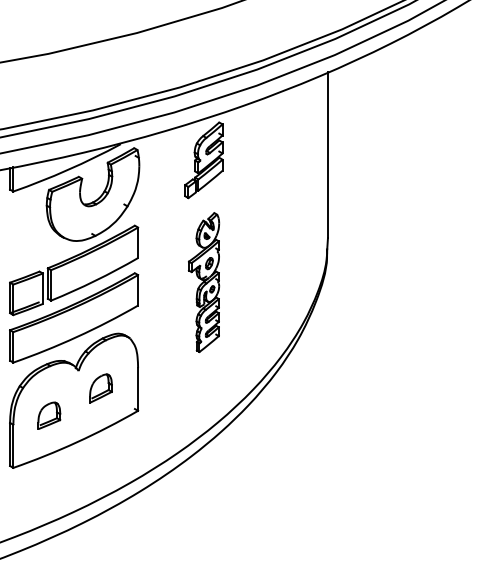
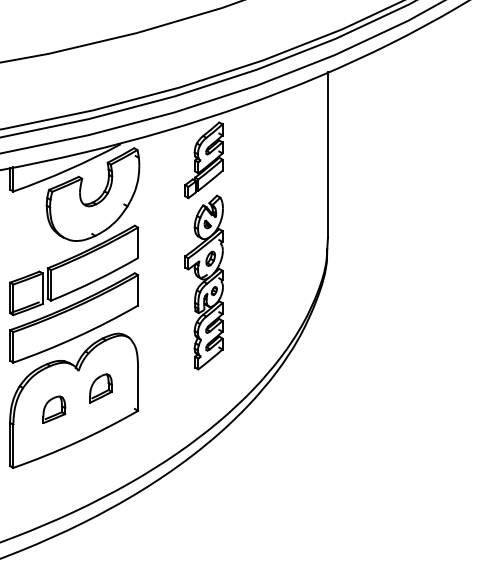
part at (203, 282) size: 34x141 px -> 40x177 px
part at (49, 415) position: (49, 415) -> (54, 409)
